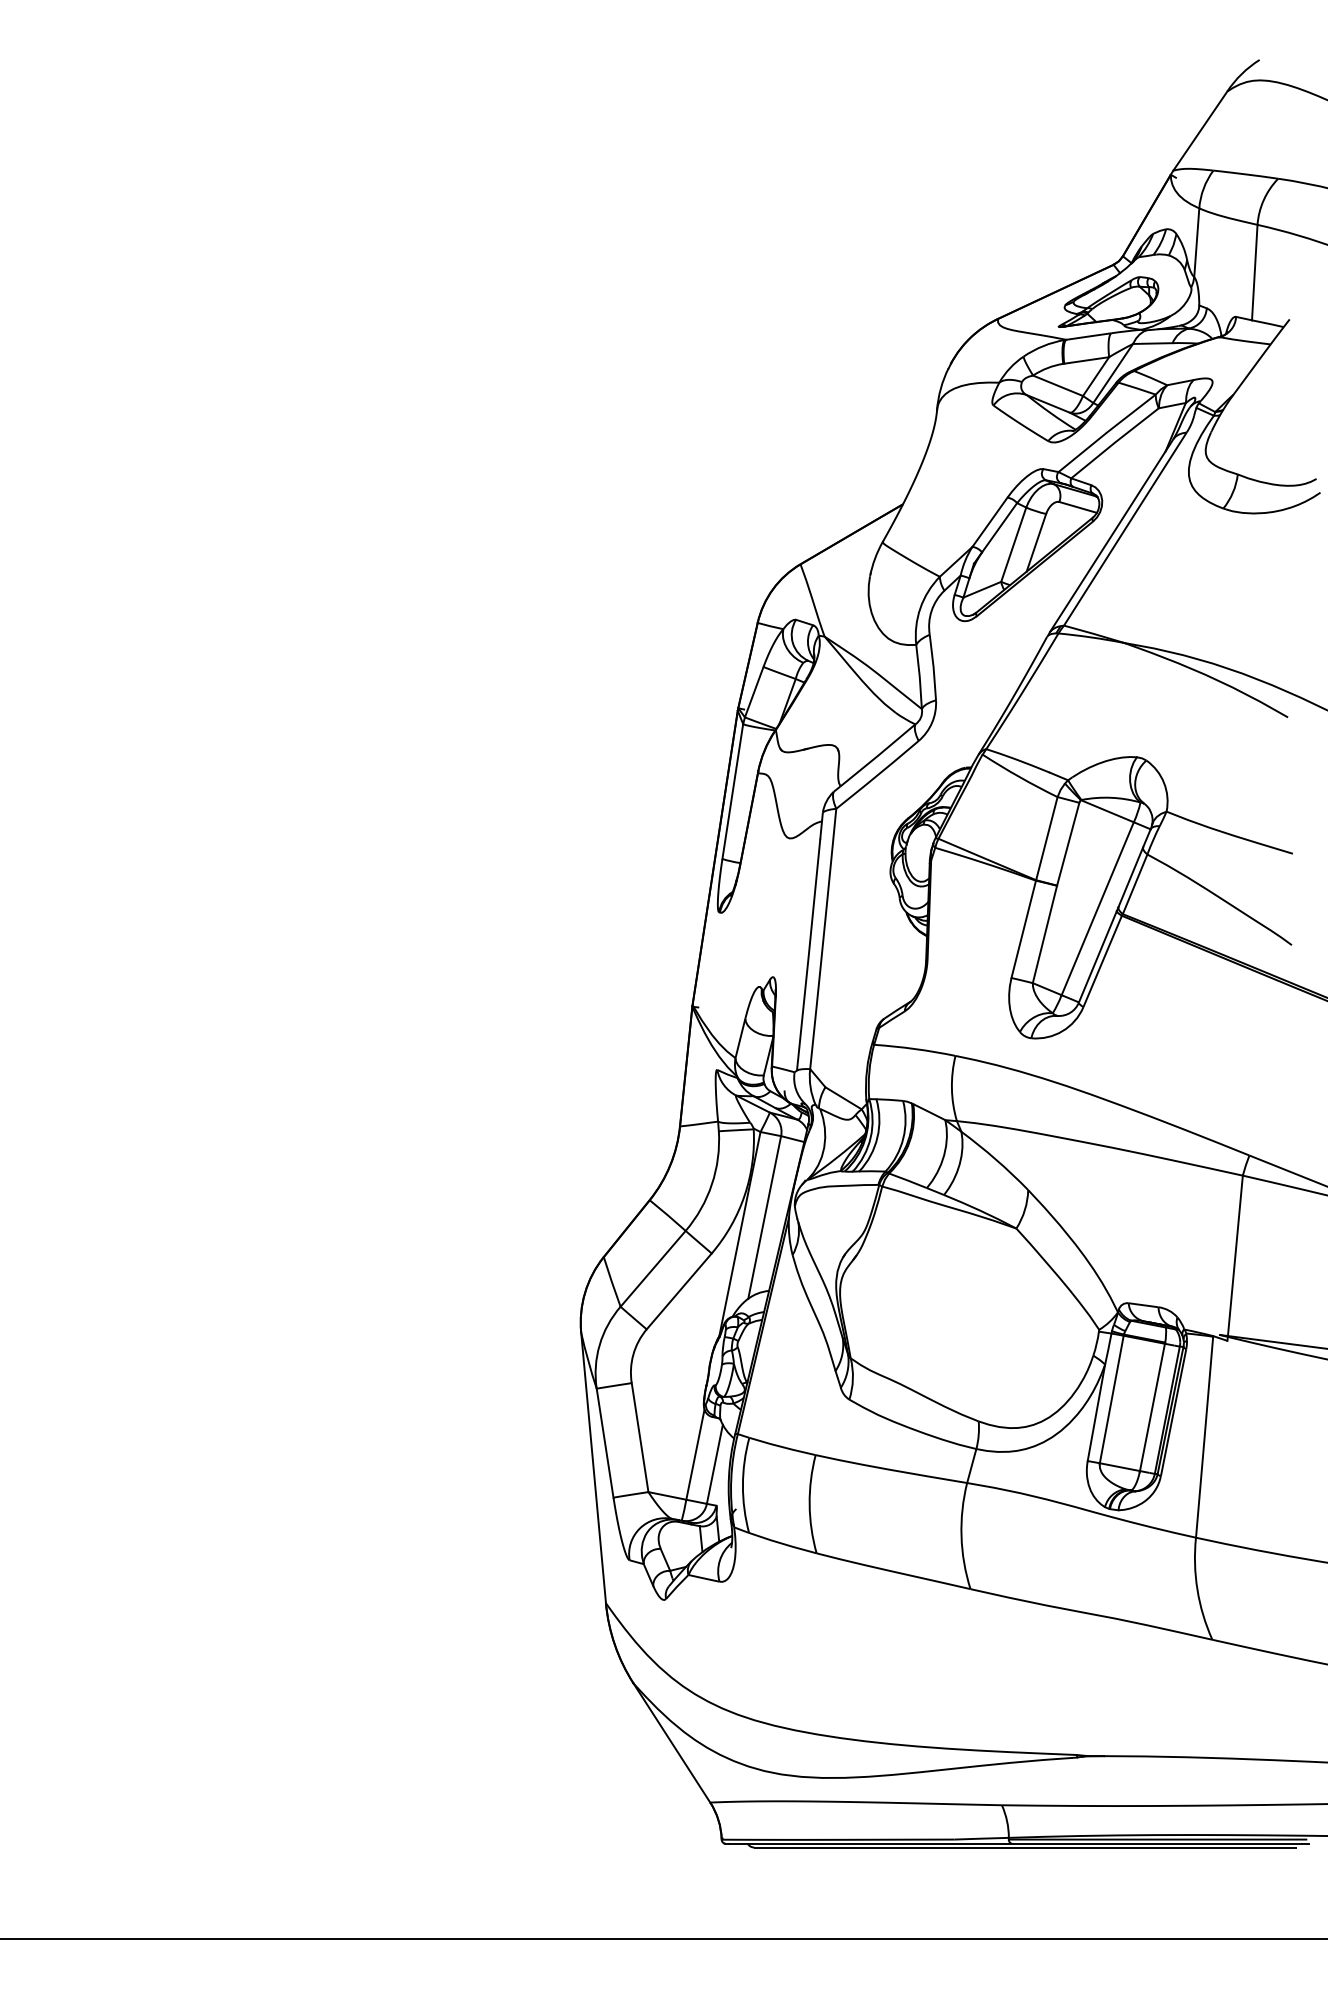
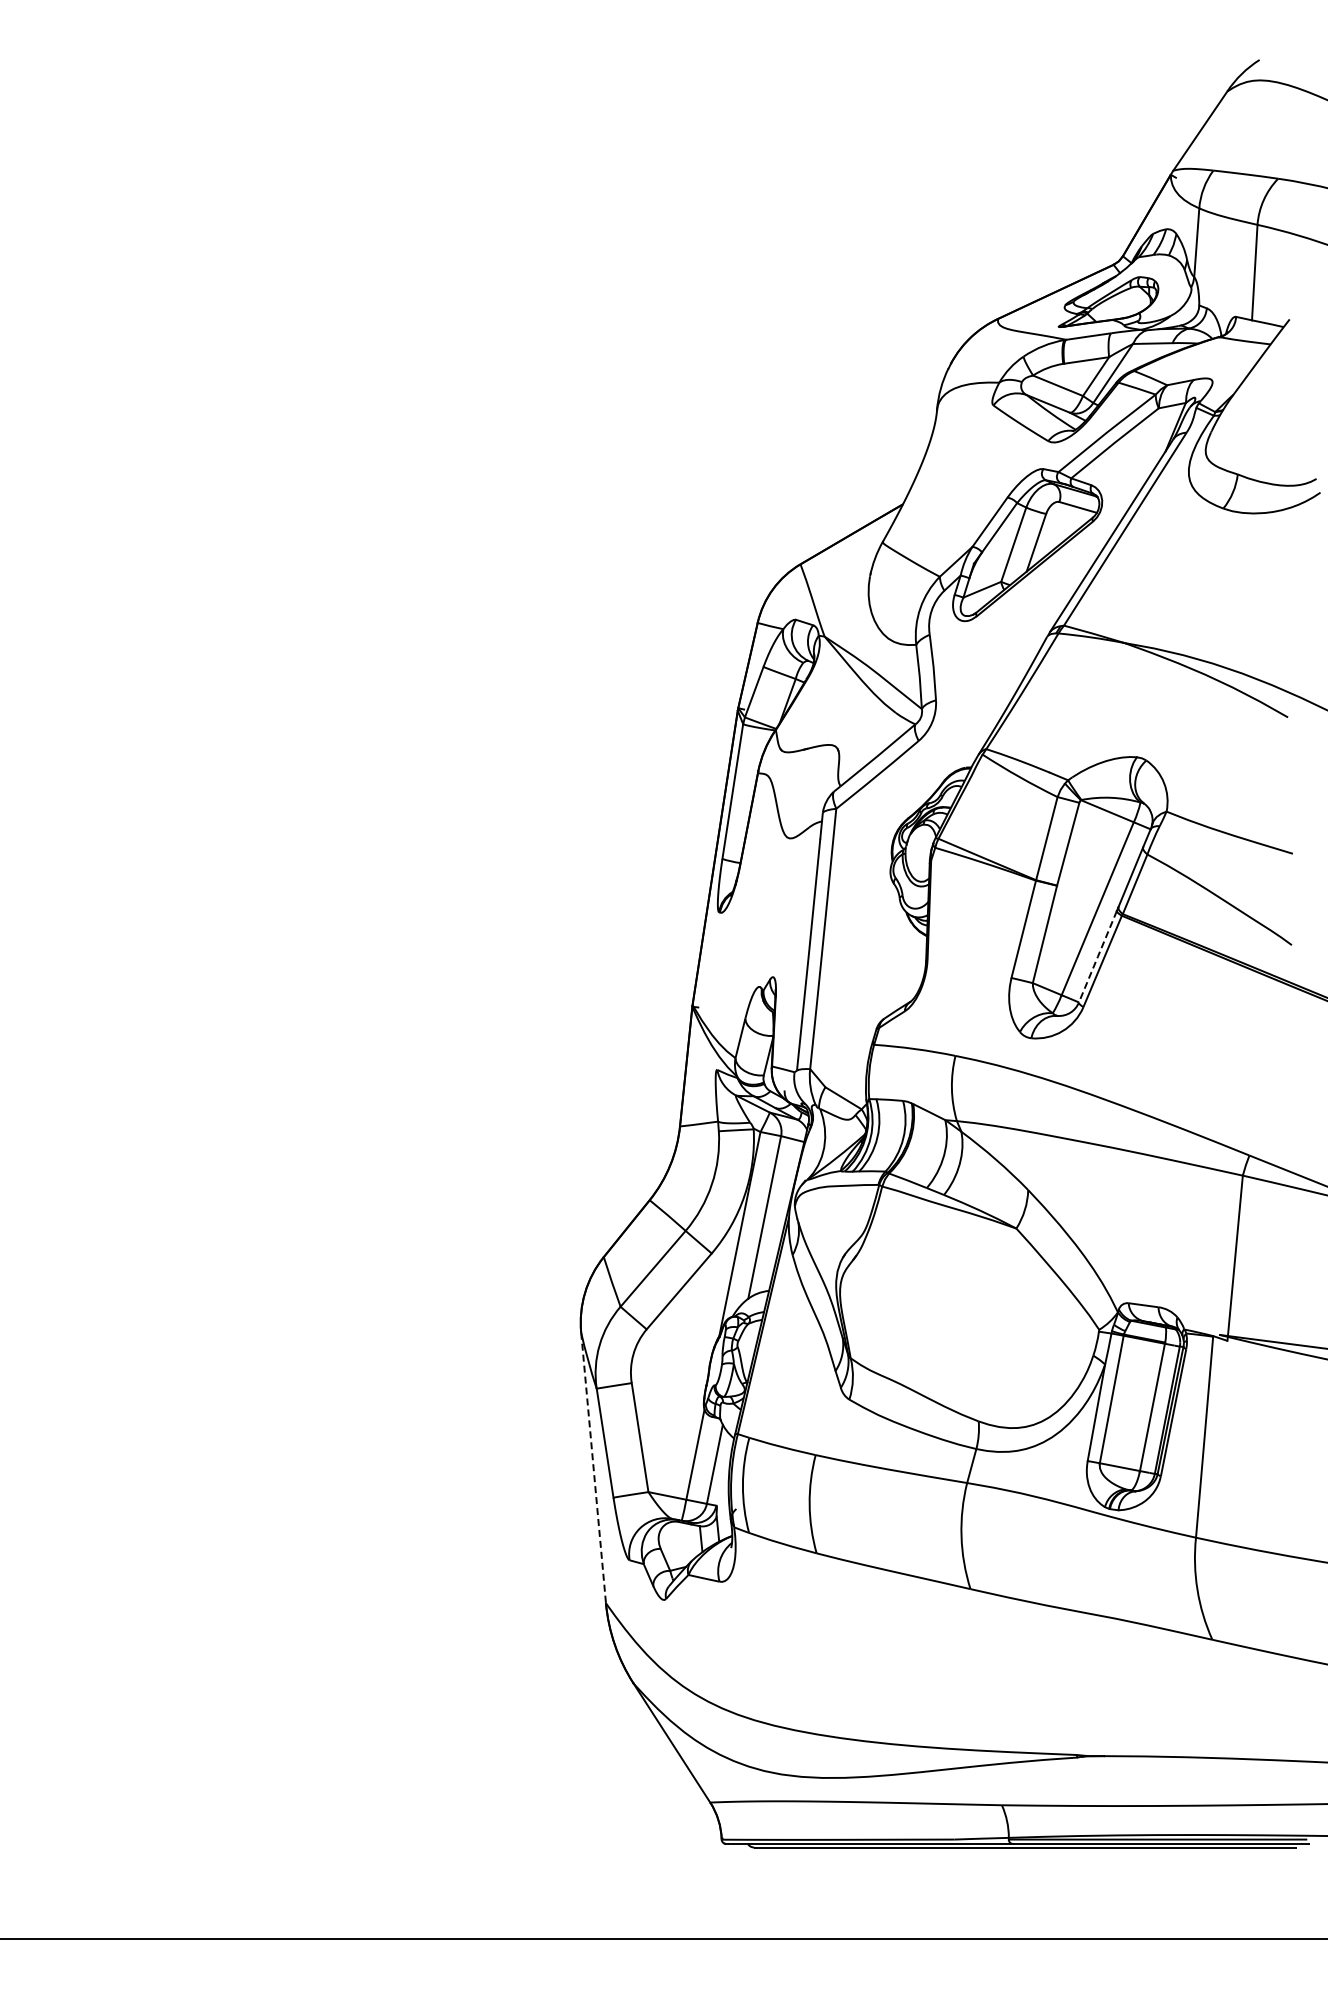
line at (1097, 956): solid -> dashed
line at (593, 1468): solid -> dashed
